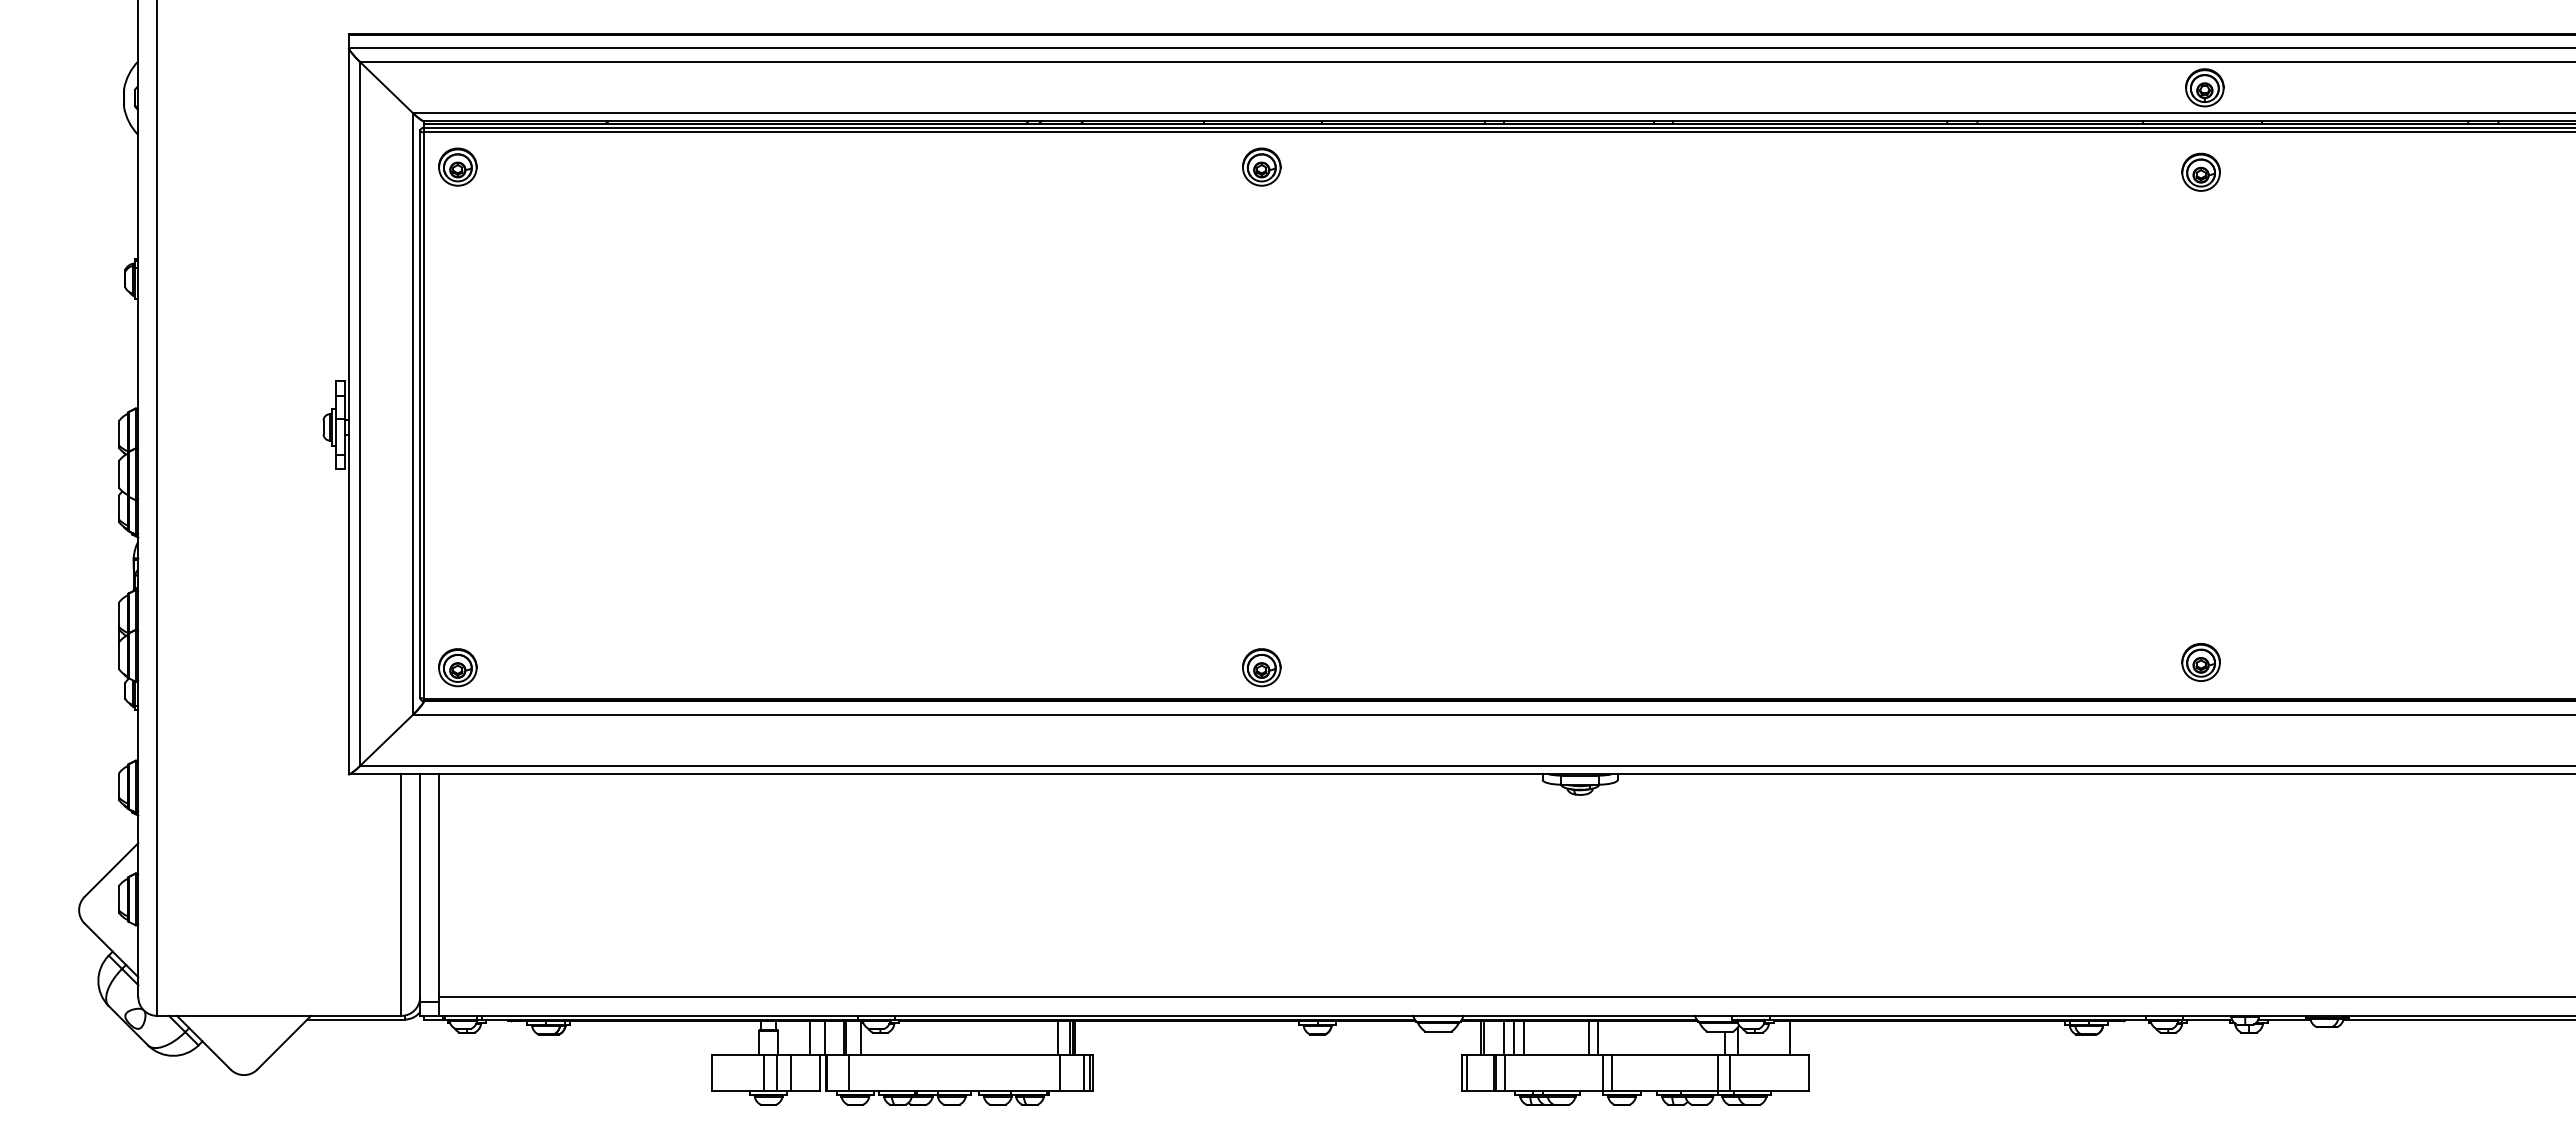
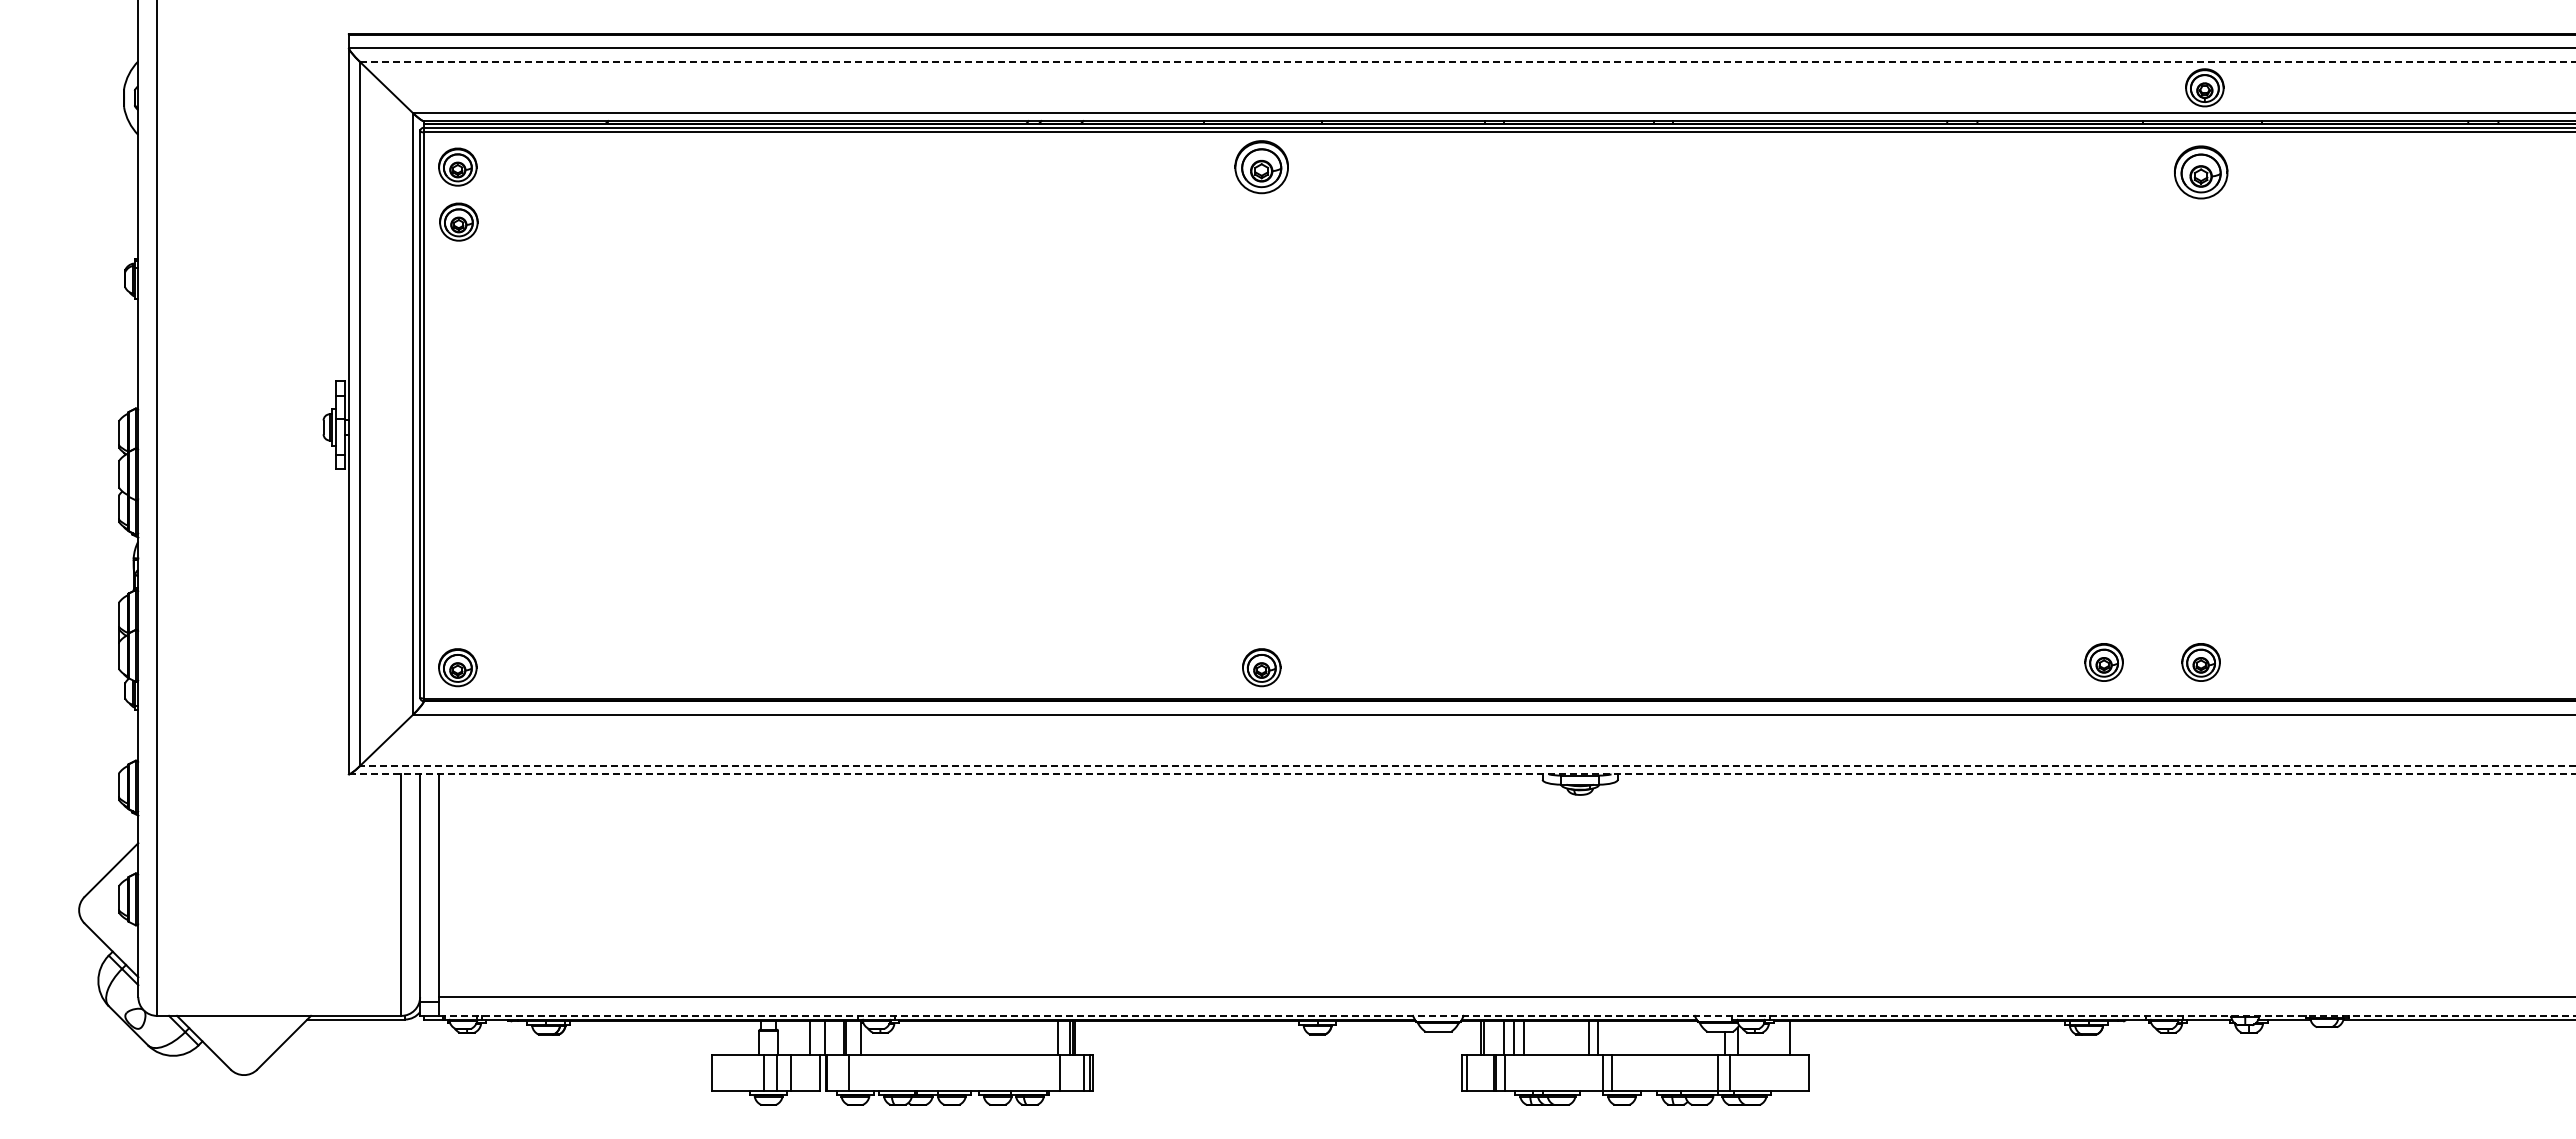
line at (1467, 61): solid -> dashed
part at (1261, 166) size: 40x40 px -> 55x55 px
part at (2200, 171) size: 40x40 px -> 55x55 px
part at (458, 221): none -> present
part at (2103, 662): none -> present
line at (1467, 766): solid -> dashed
line at (1462, 774): solid -> dashed
line at (1507, 1015): solid -> dashed
